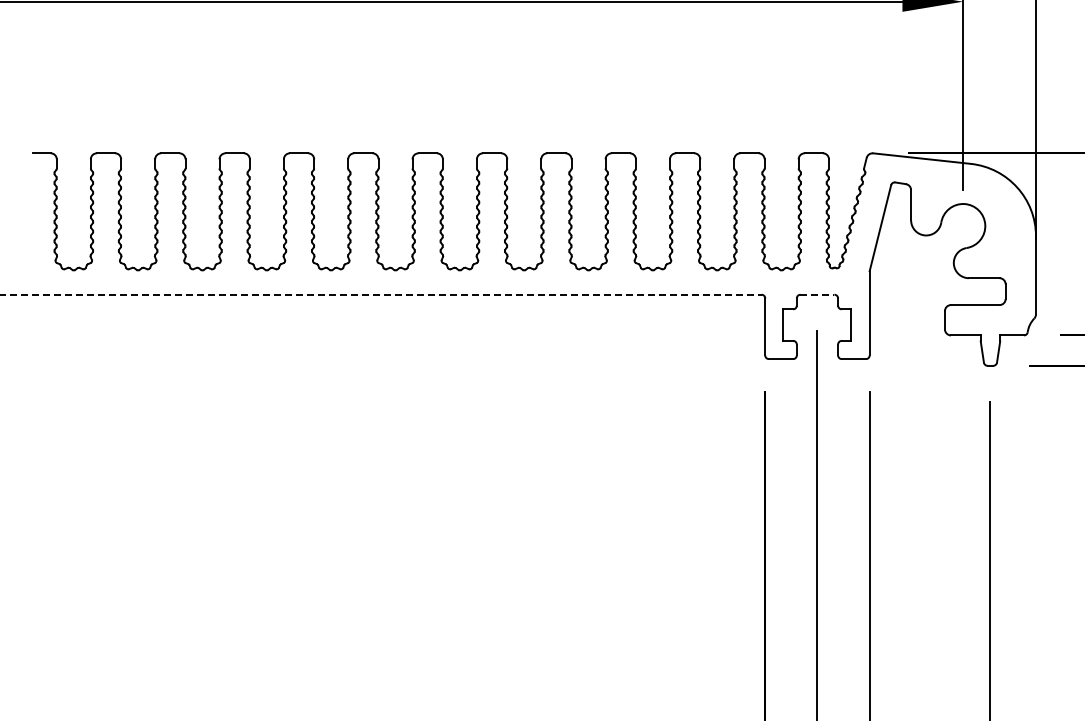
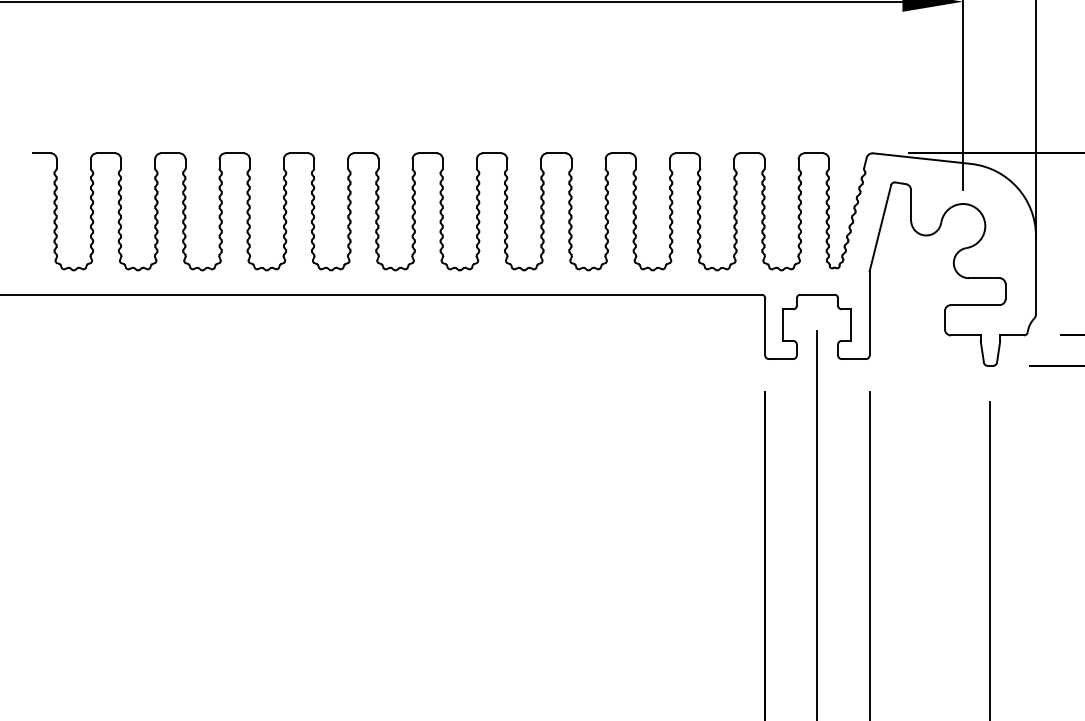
line at (381, 294): dashed -> solid
line at (817, 294): dashed -> solid
